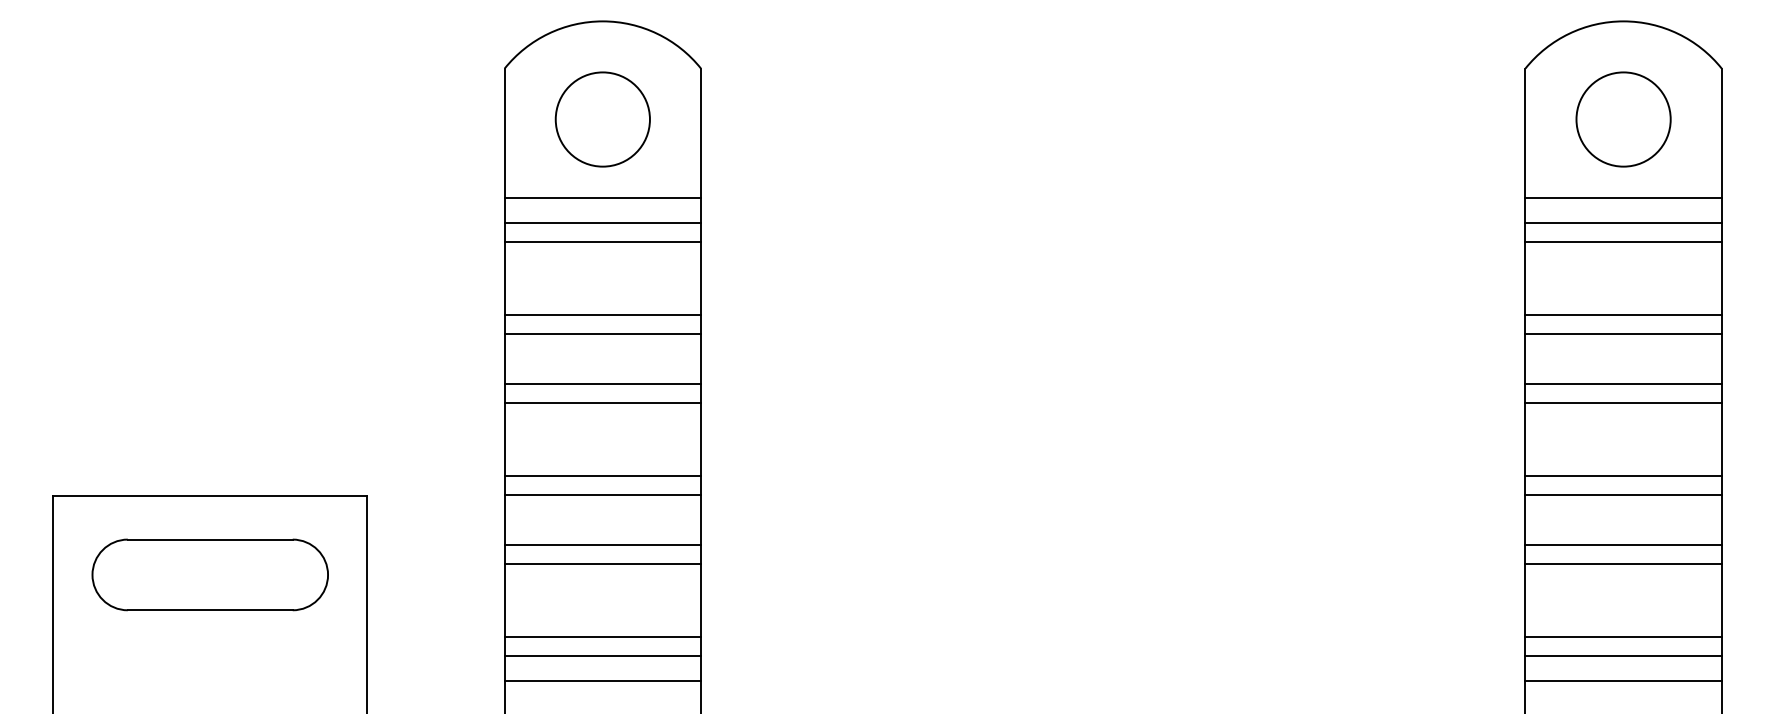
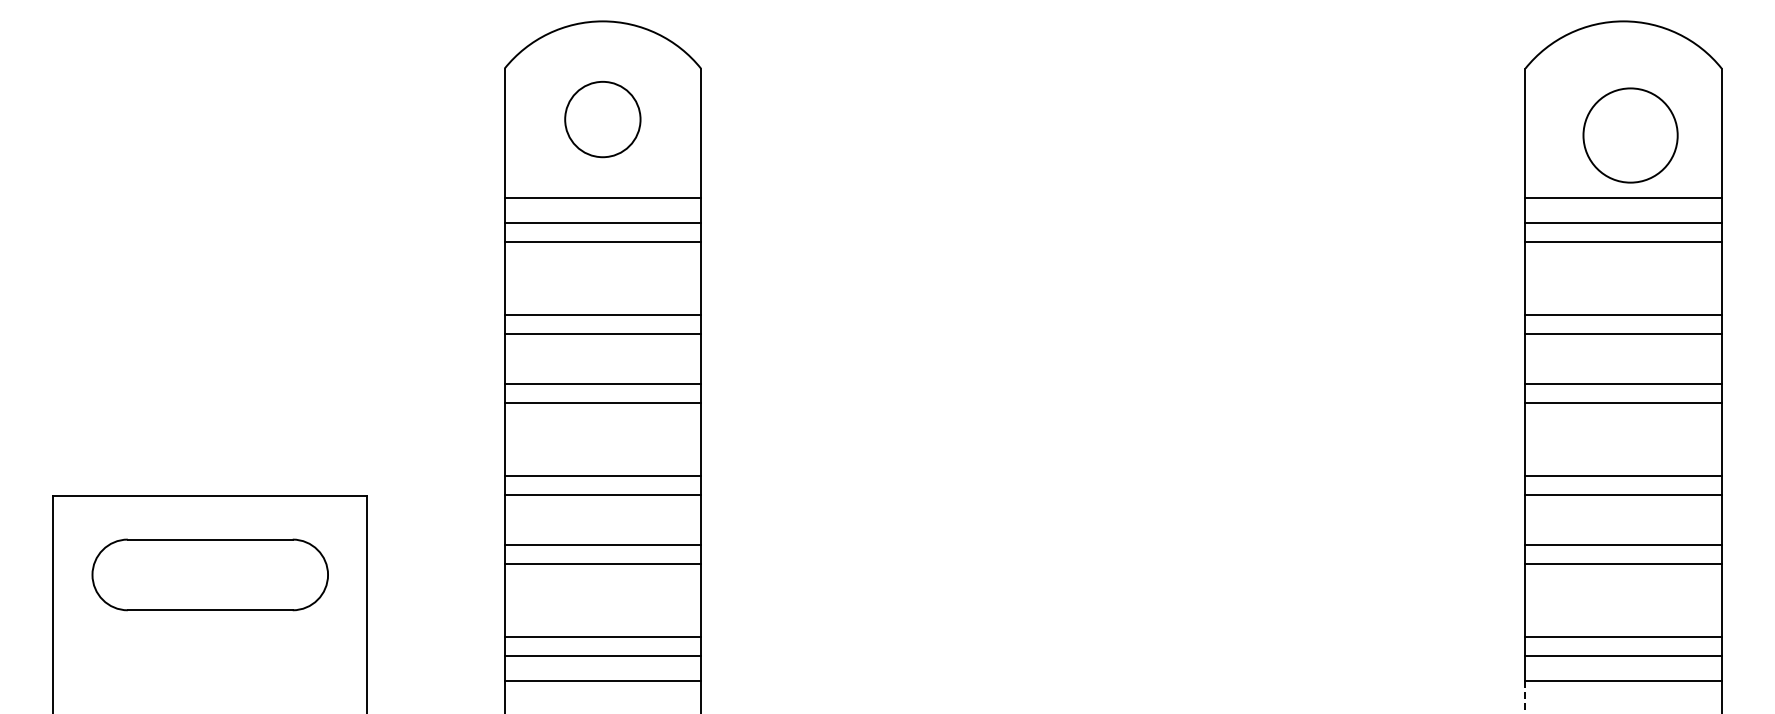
circle at (602, 119) diameter: 94 px -> 75 px
circle at (1623, 119) position: (1623, 119) -> (1630, 135)
line at (1525, 698): solid -> dashed
